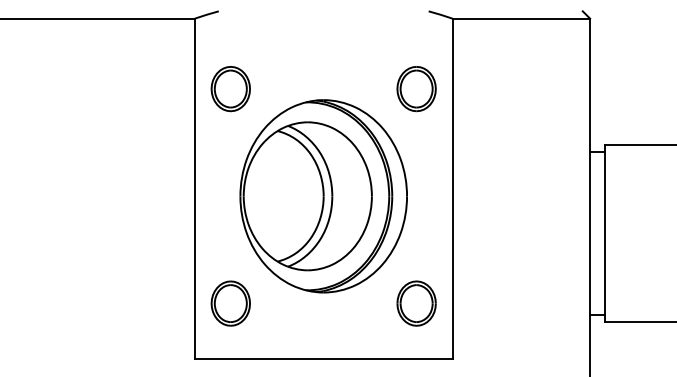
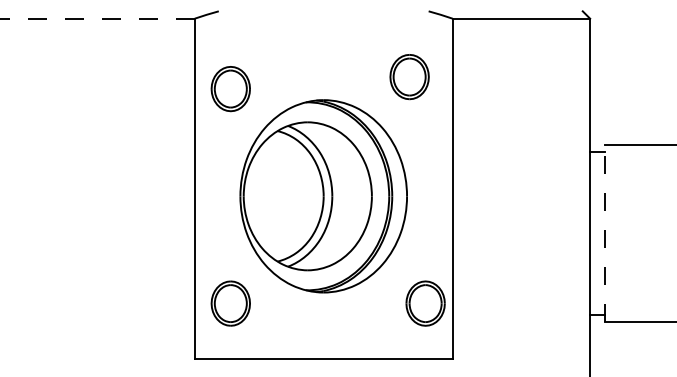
line at (96, 18): solid -> dashed
part at (416, 89) position: (416, 89) -> (409, 77)
line at (604, 233): solid -> dashed
part at (416, 303) position: (416, 303) -> (425, 303)
